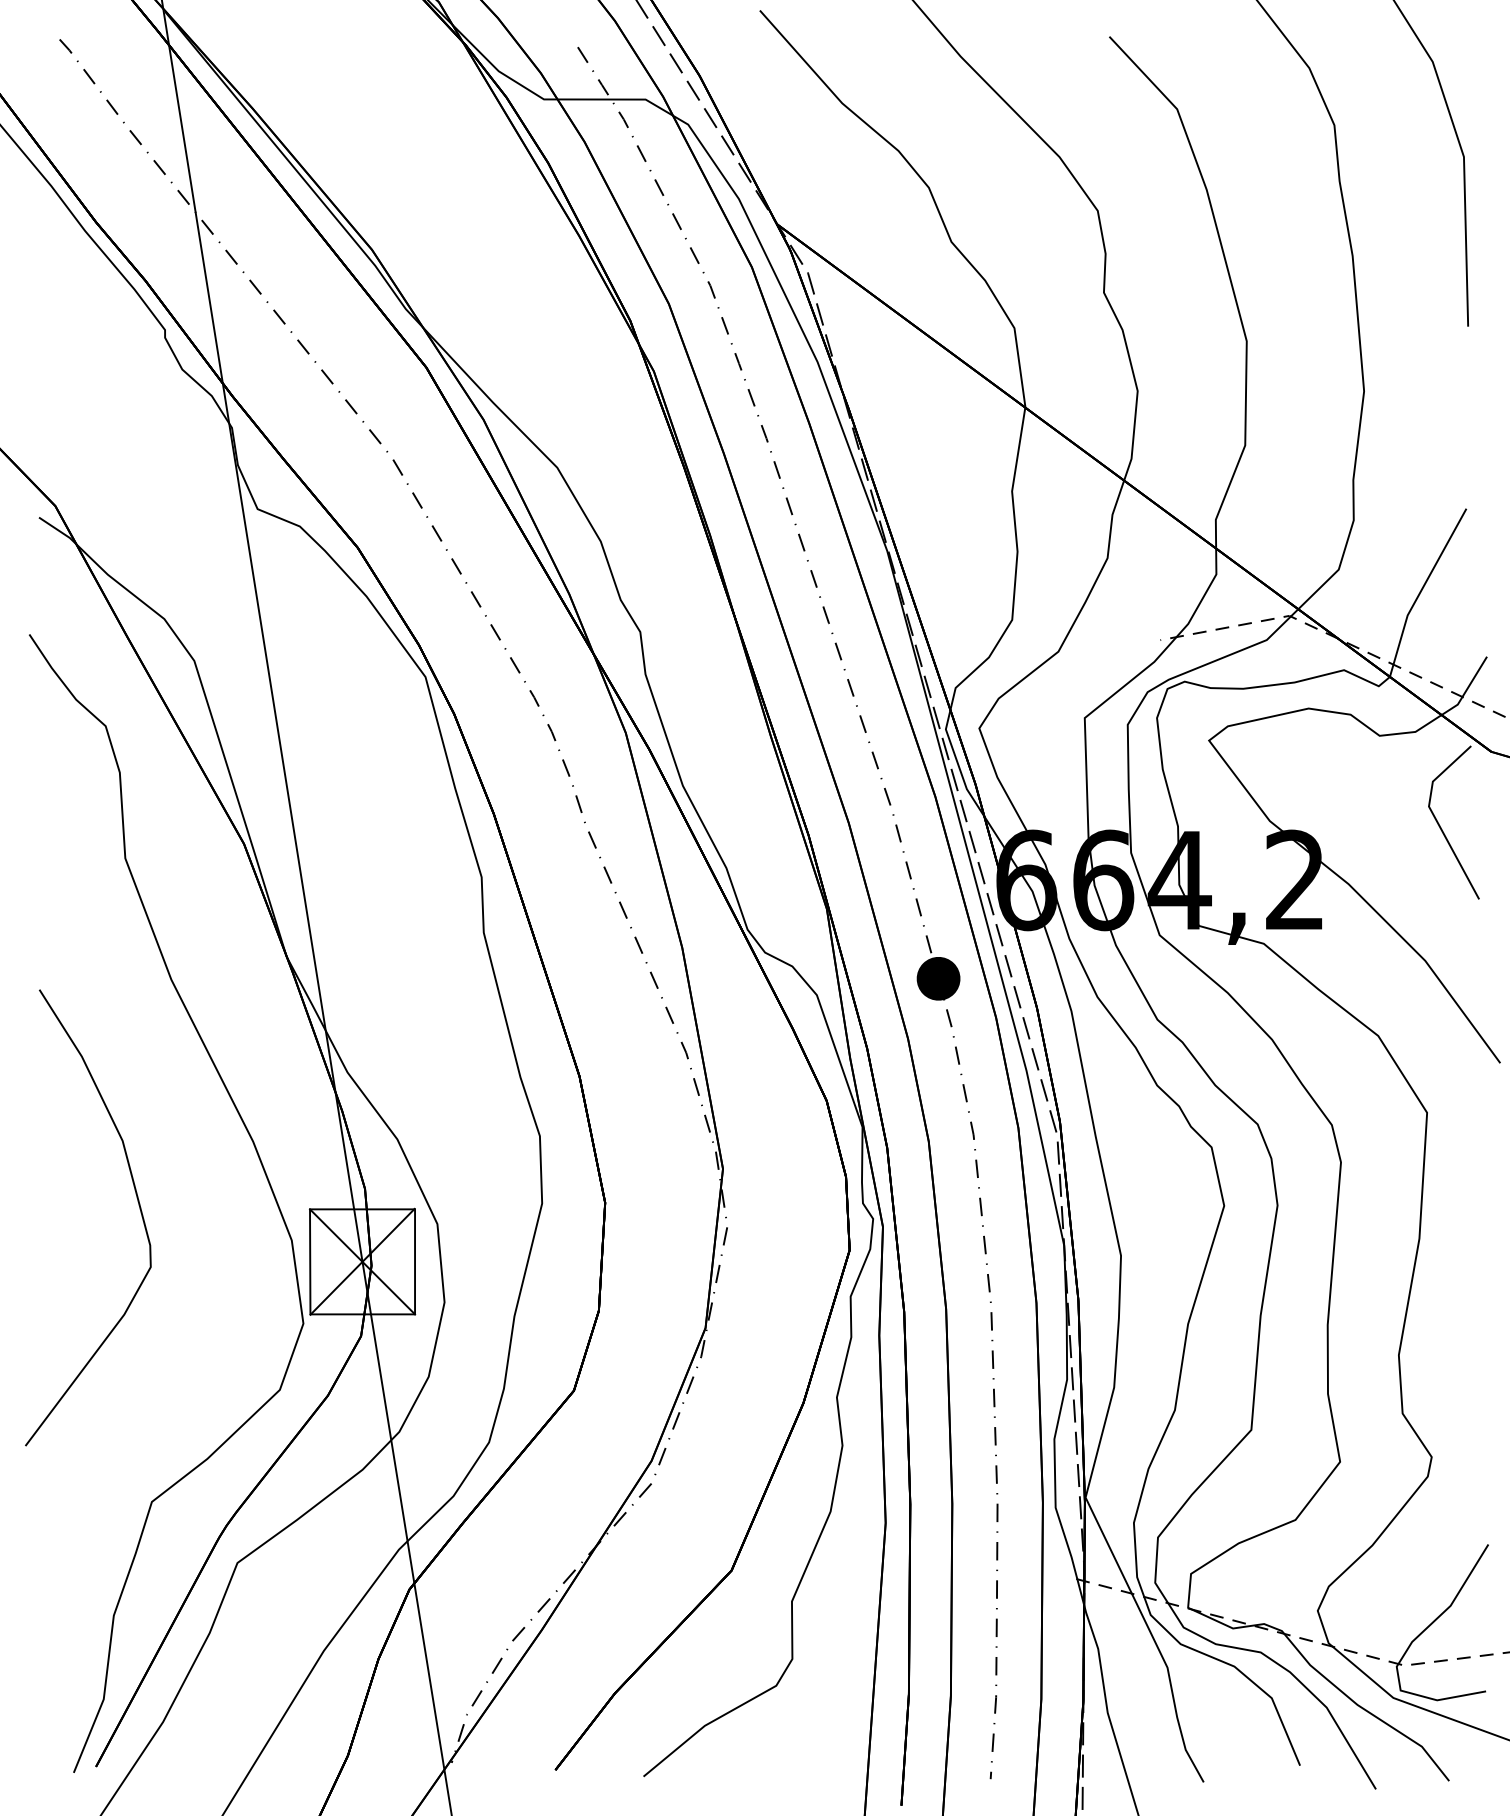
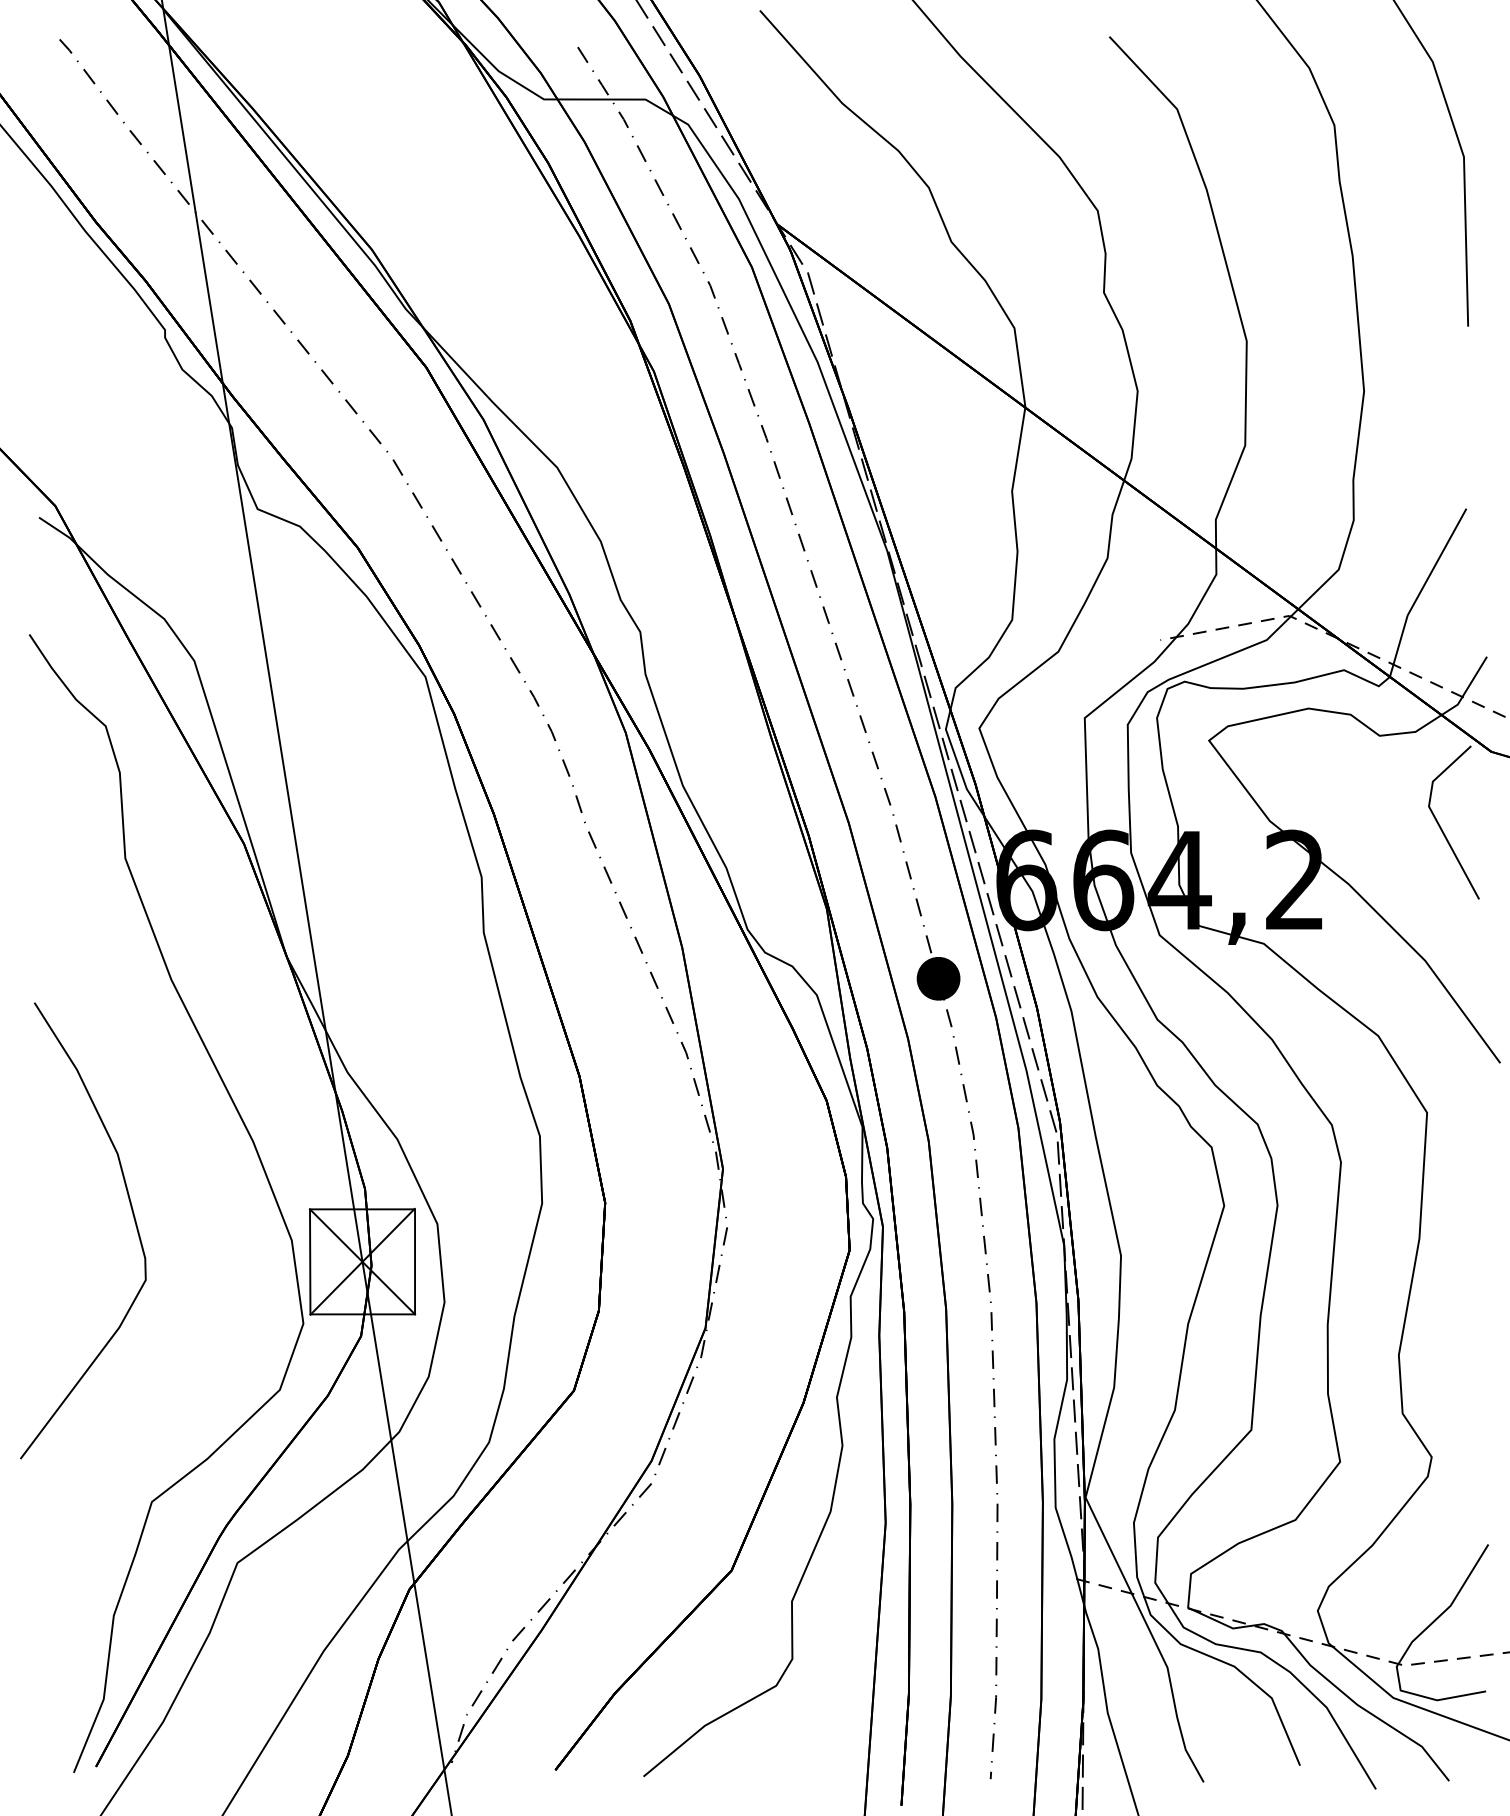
curve at (138, 1205) position: (138, 1205) -> (133, 1218)
